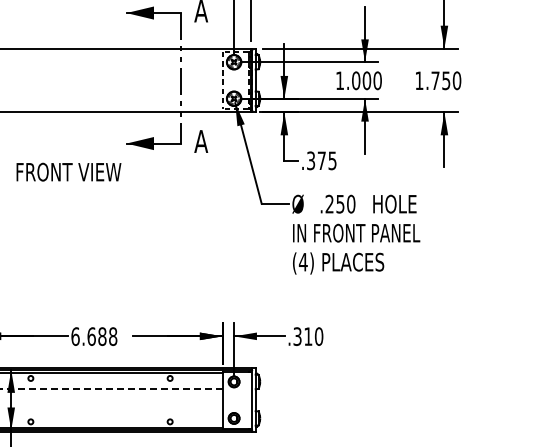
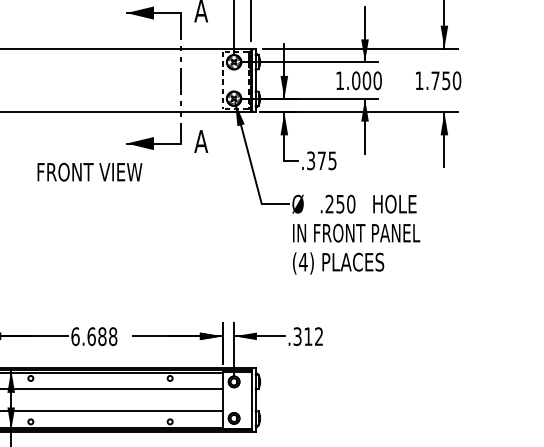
text at (68, 171) position: (68, 171) -> (89, 171)
text at (318, 336): .310 -> .312
line at (111, 389): dashed -> solid
line at (112, 410): none -> present
